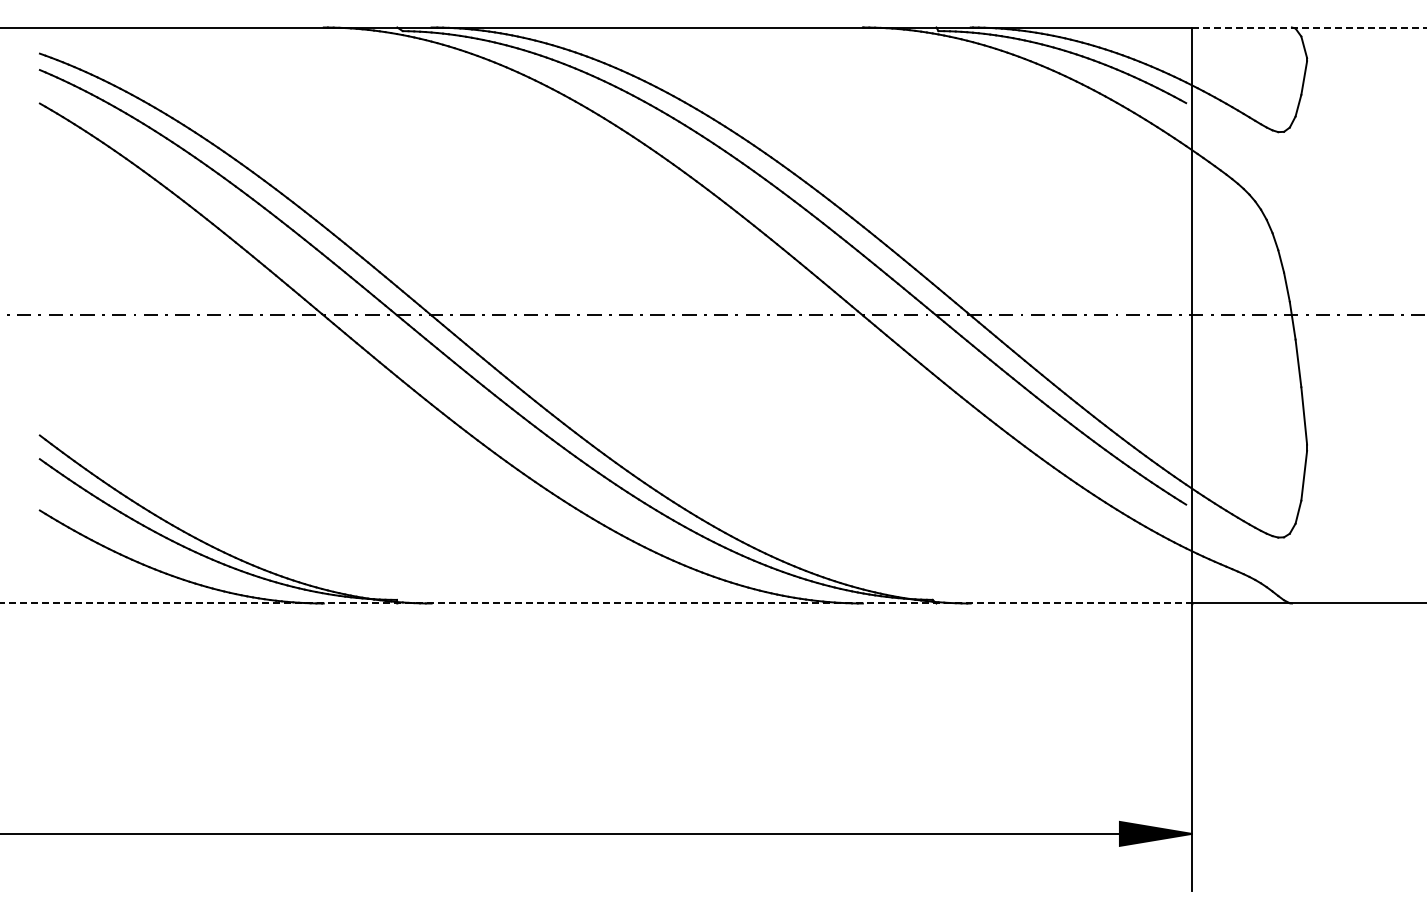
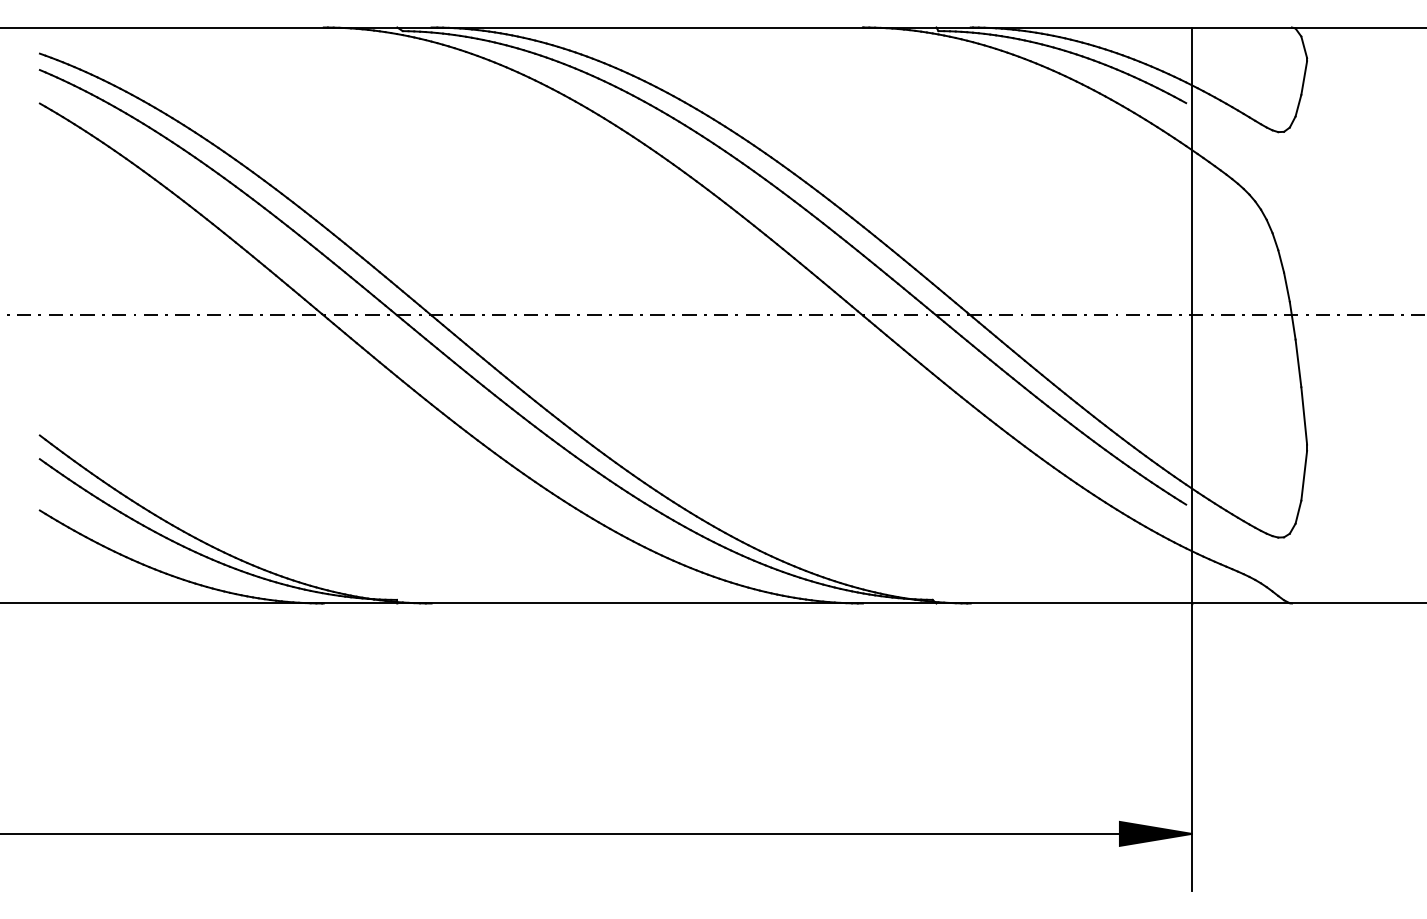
line at (1309, 27): dashed -> solid
line at (596, 603): dashed -> solid
